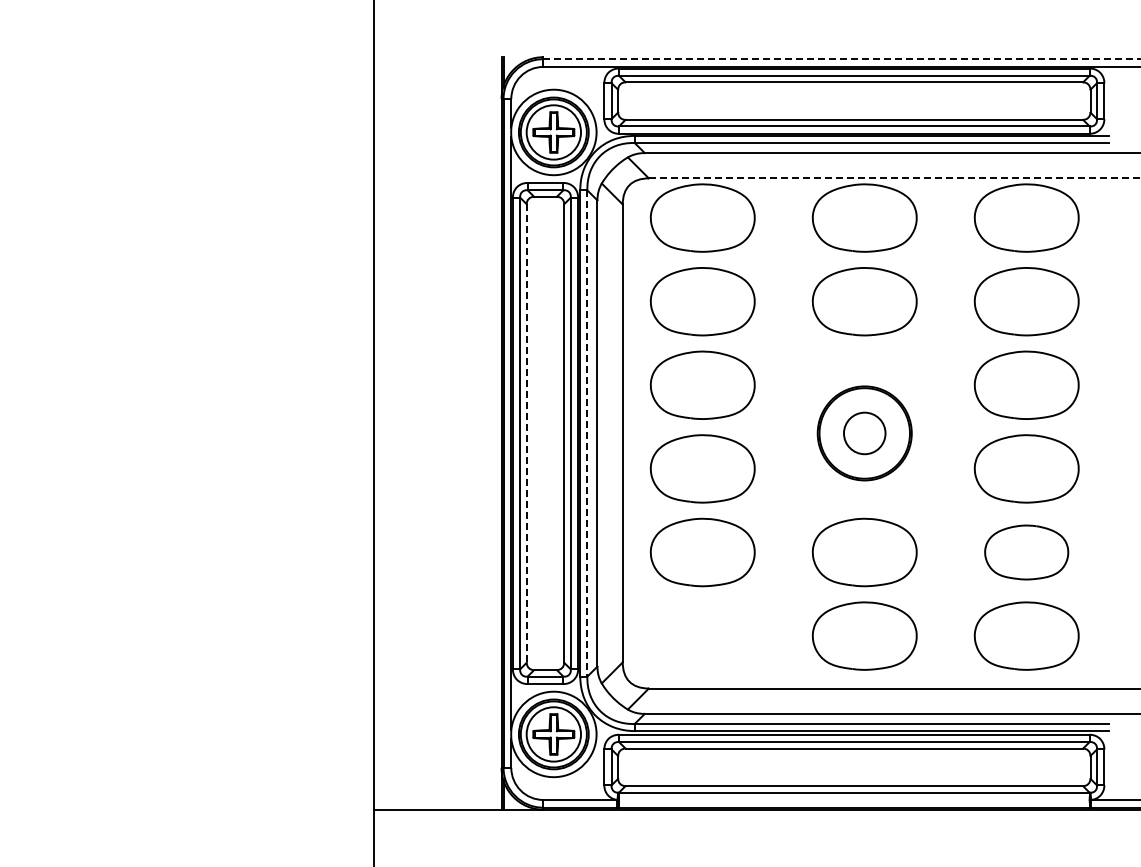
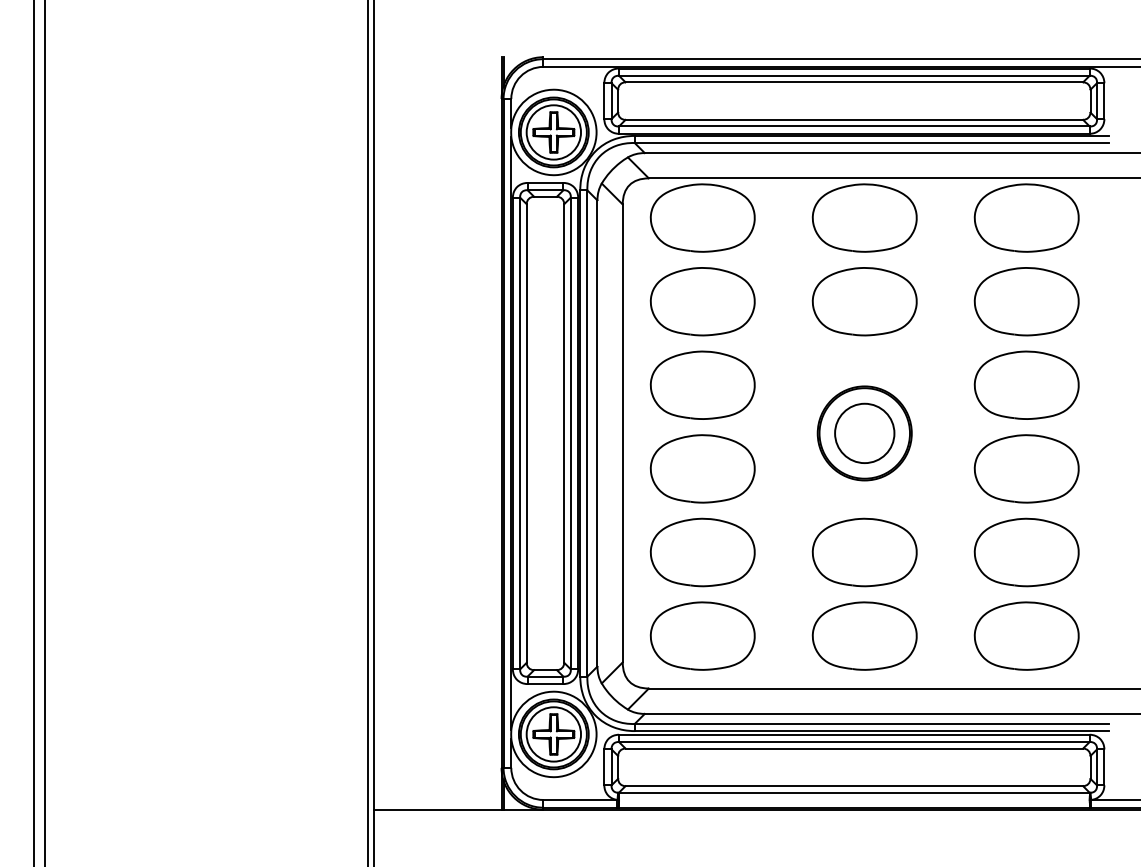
line at (842, 59): dashed -> solid
line at (894, 178): dashed -> solid
line at (34, 432): none -> present
line at (44, 432): none -> present
line at (368, 432): none -> present
circle at (864, 433) diameter: 42 px -> 59 px
line at (526, 434): dashed -> solid
line at (587, 434): dashed -> solid
part at (1026, 552) size: 86x57 px -> 107x71 px
part at (702, 635): none -> present
